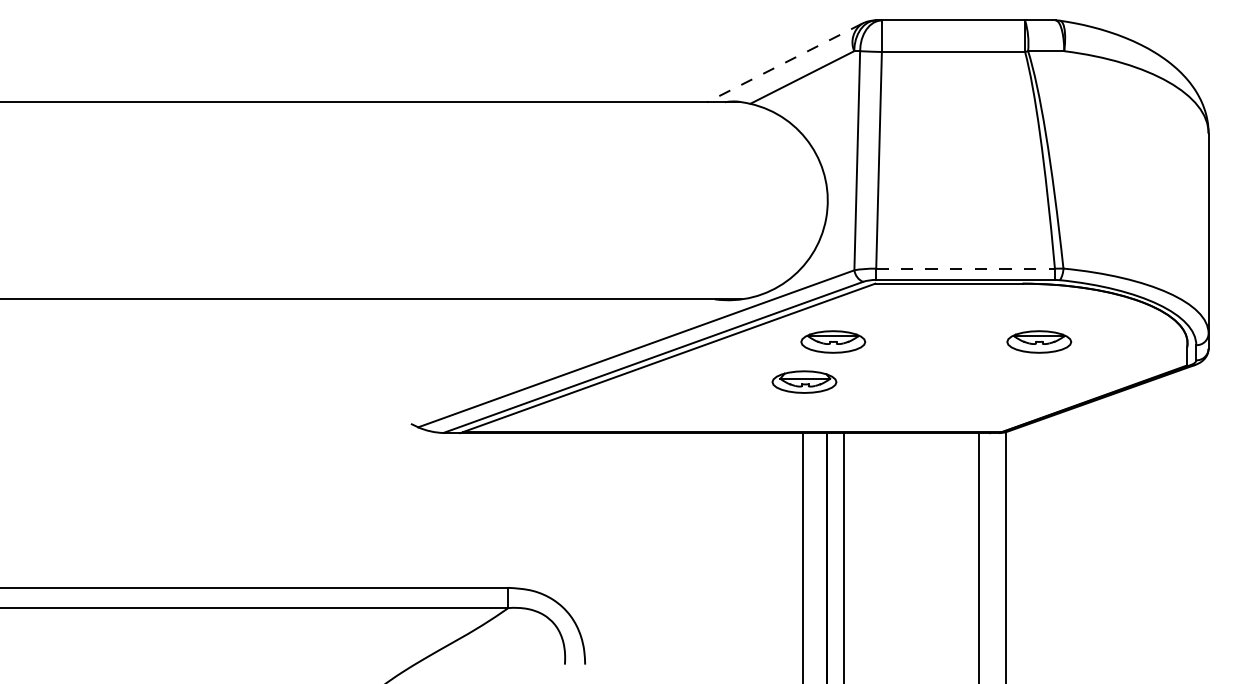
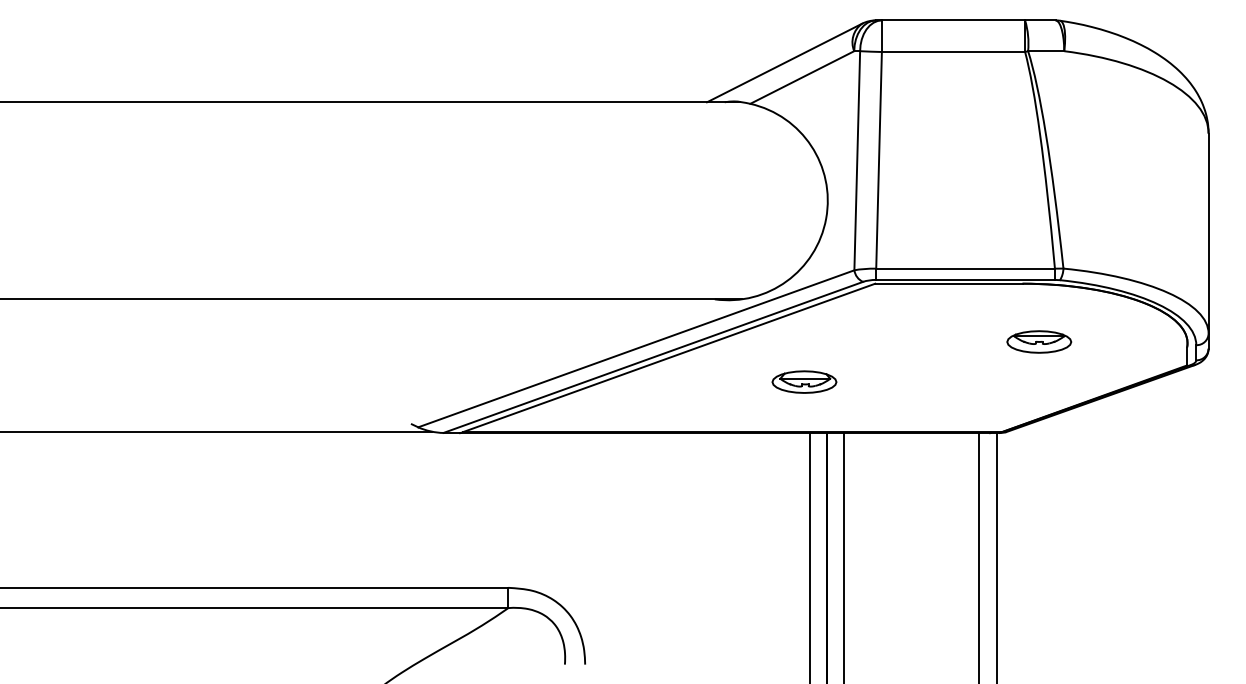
line at (784, 63): dashed -> solid
line at (966, 268): dashed -> solid
part at (833, 341): present -> none
line at (217, 431): none -> present
line at (802, 556) position: (802, 556) -> (809, 556)
line at (1005, 556) position: (1005, 556) -> (996, 556)
